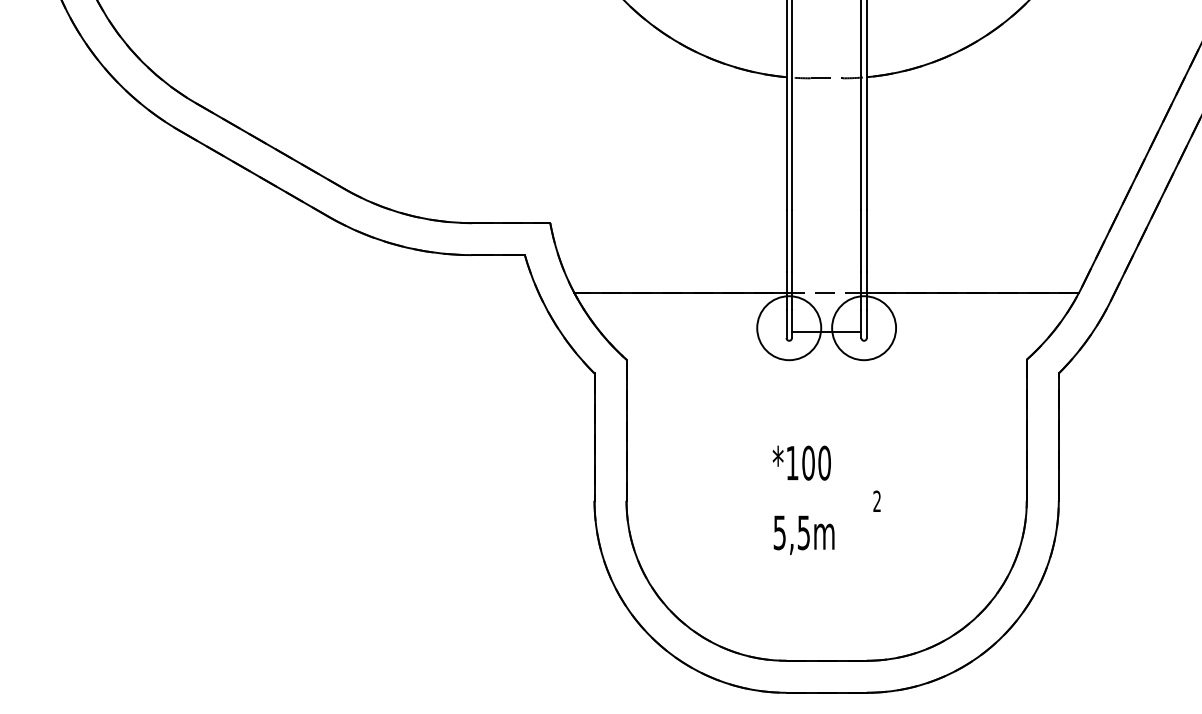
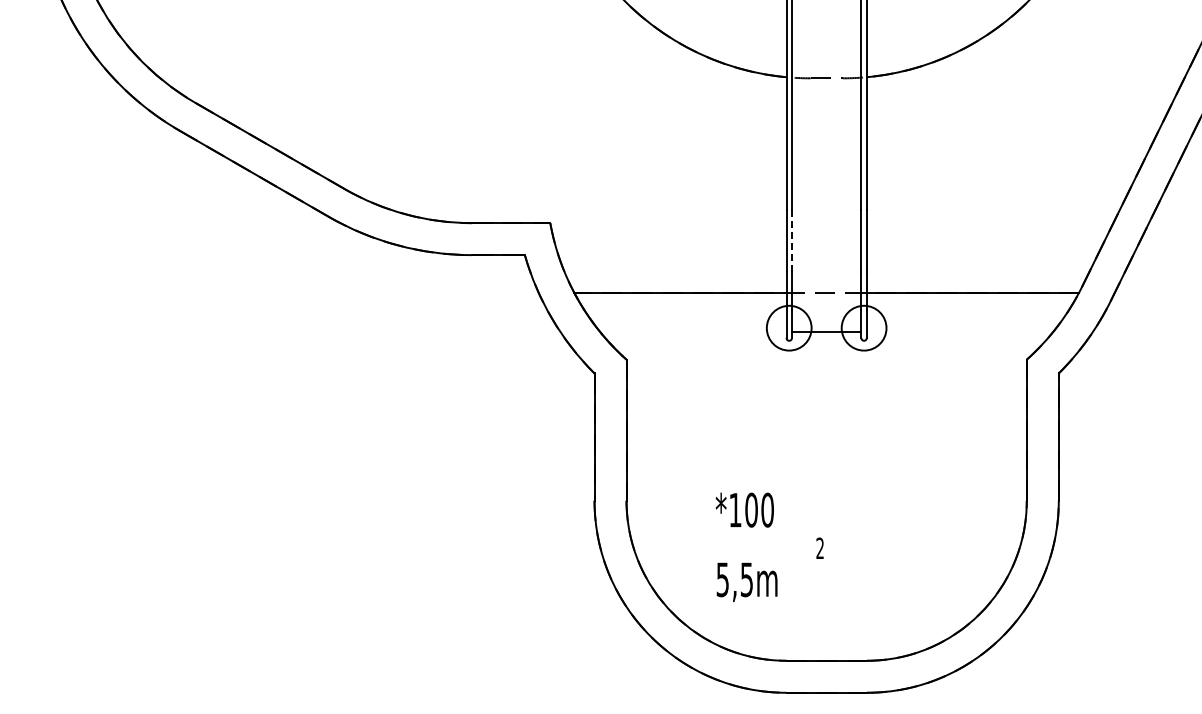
line at (791, 240): solid -> dashed
circle at (789, 328) diameter: 64 px -> 45 px
circle at (864, 328) diameter: 64 px -> 45 px
text at (826, 499) position: (826, 499) -> (769, 546)
